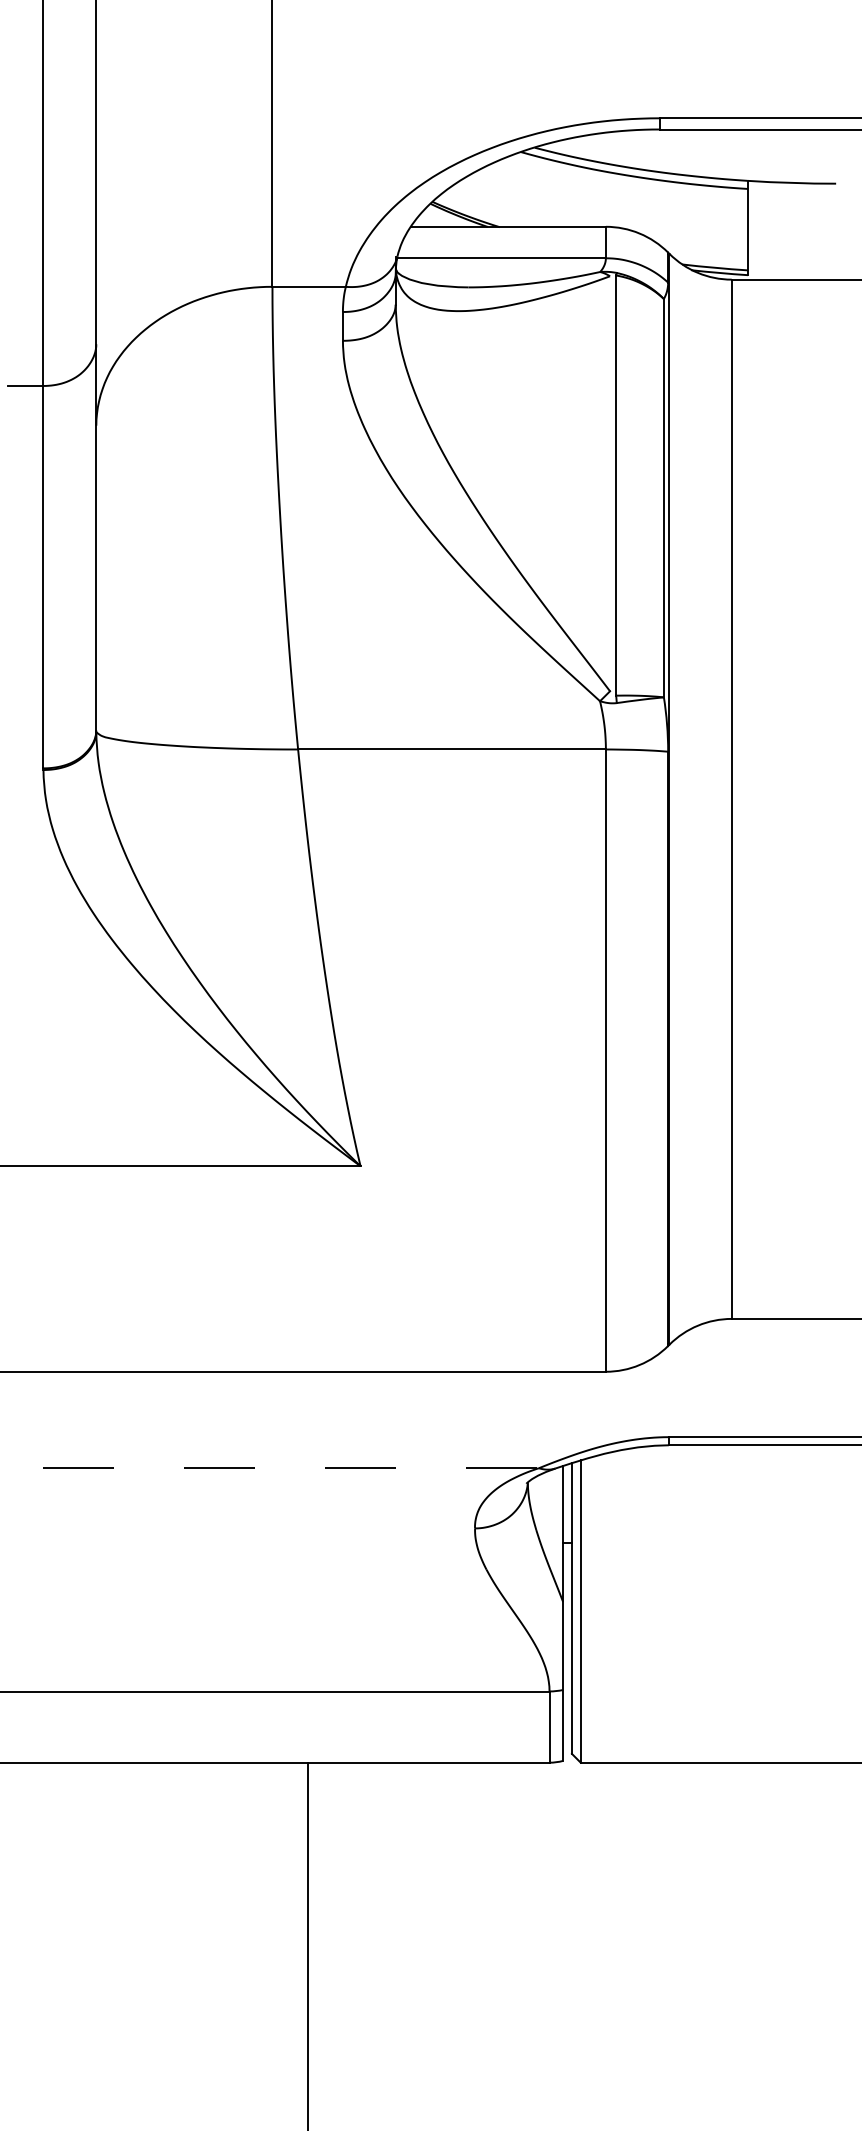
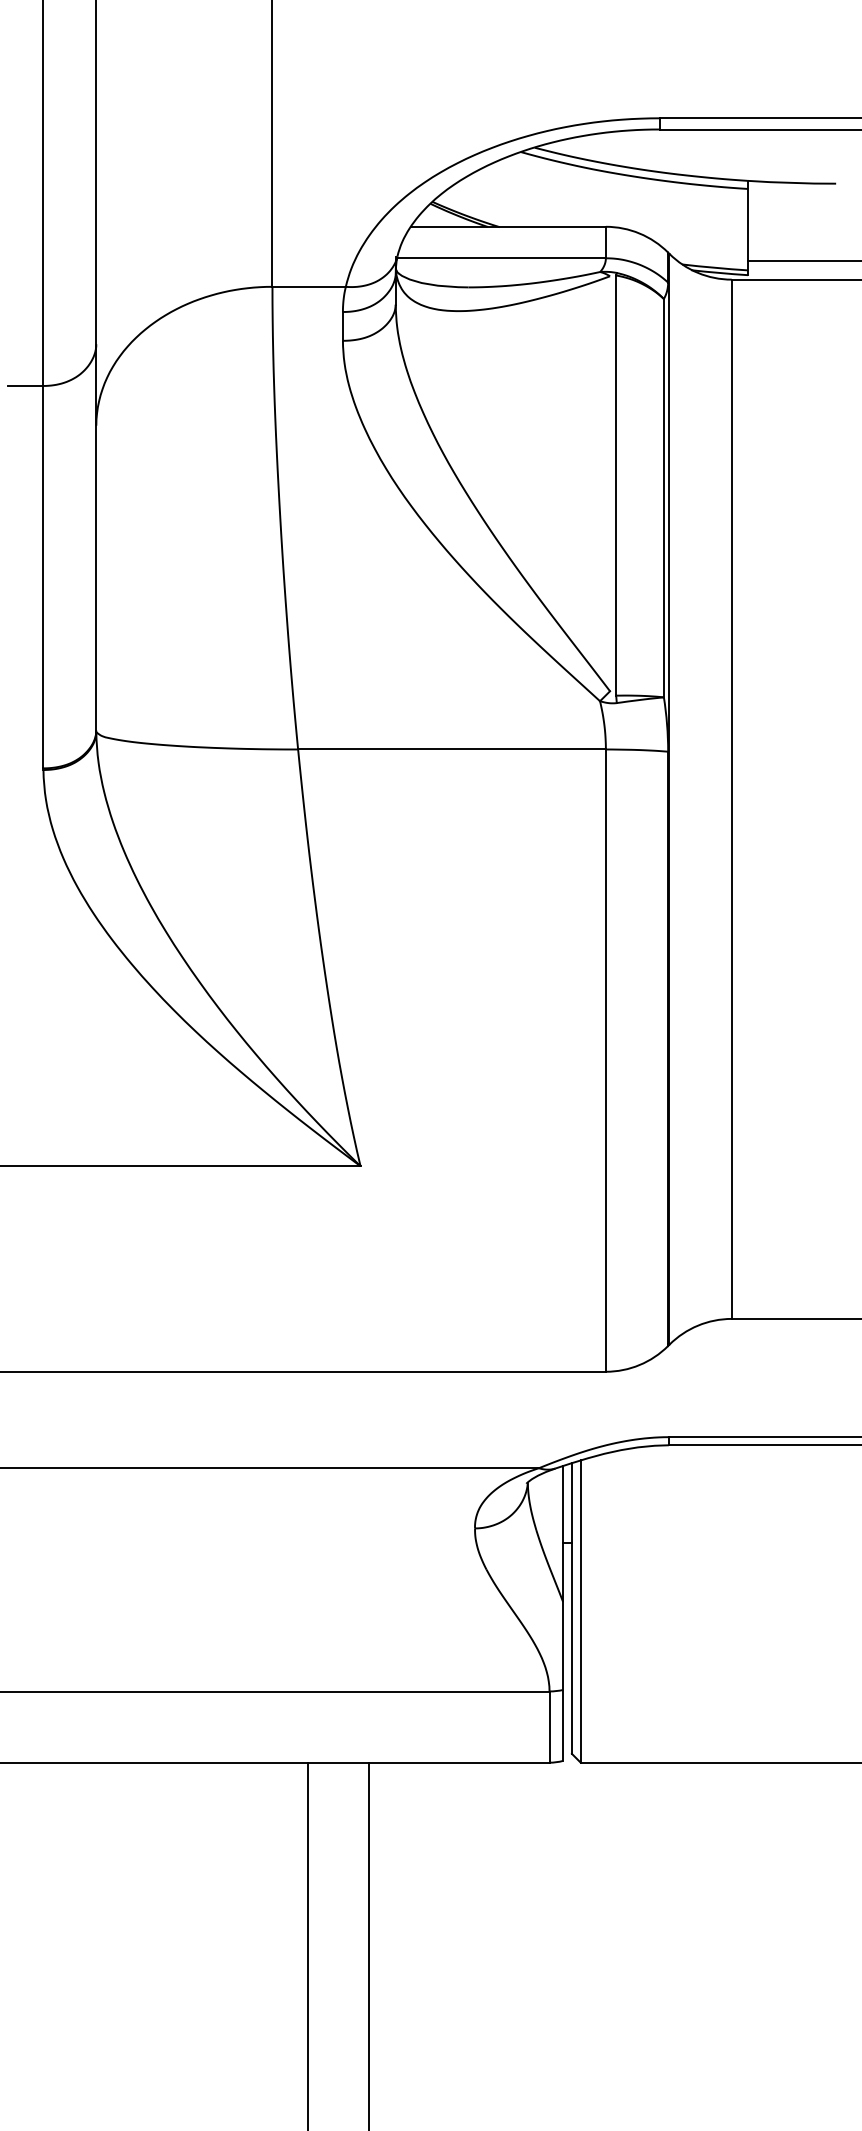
line at (803, 261): none -> present
line at (270, 1468): dashed -> solid
line at (369, 1944): none -> present
